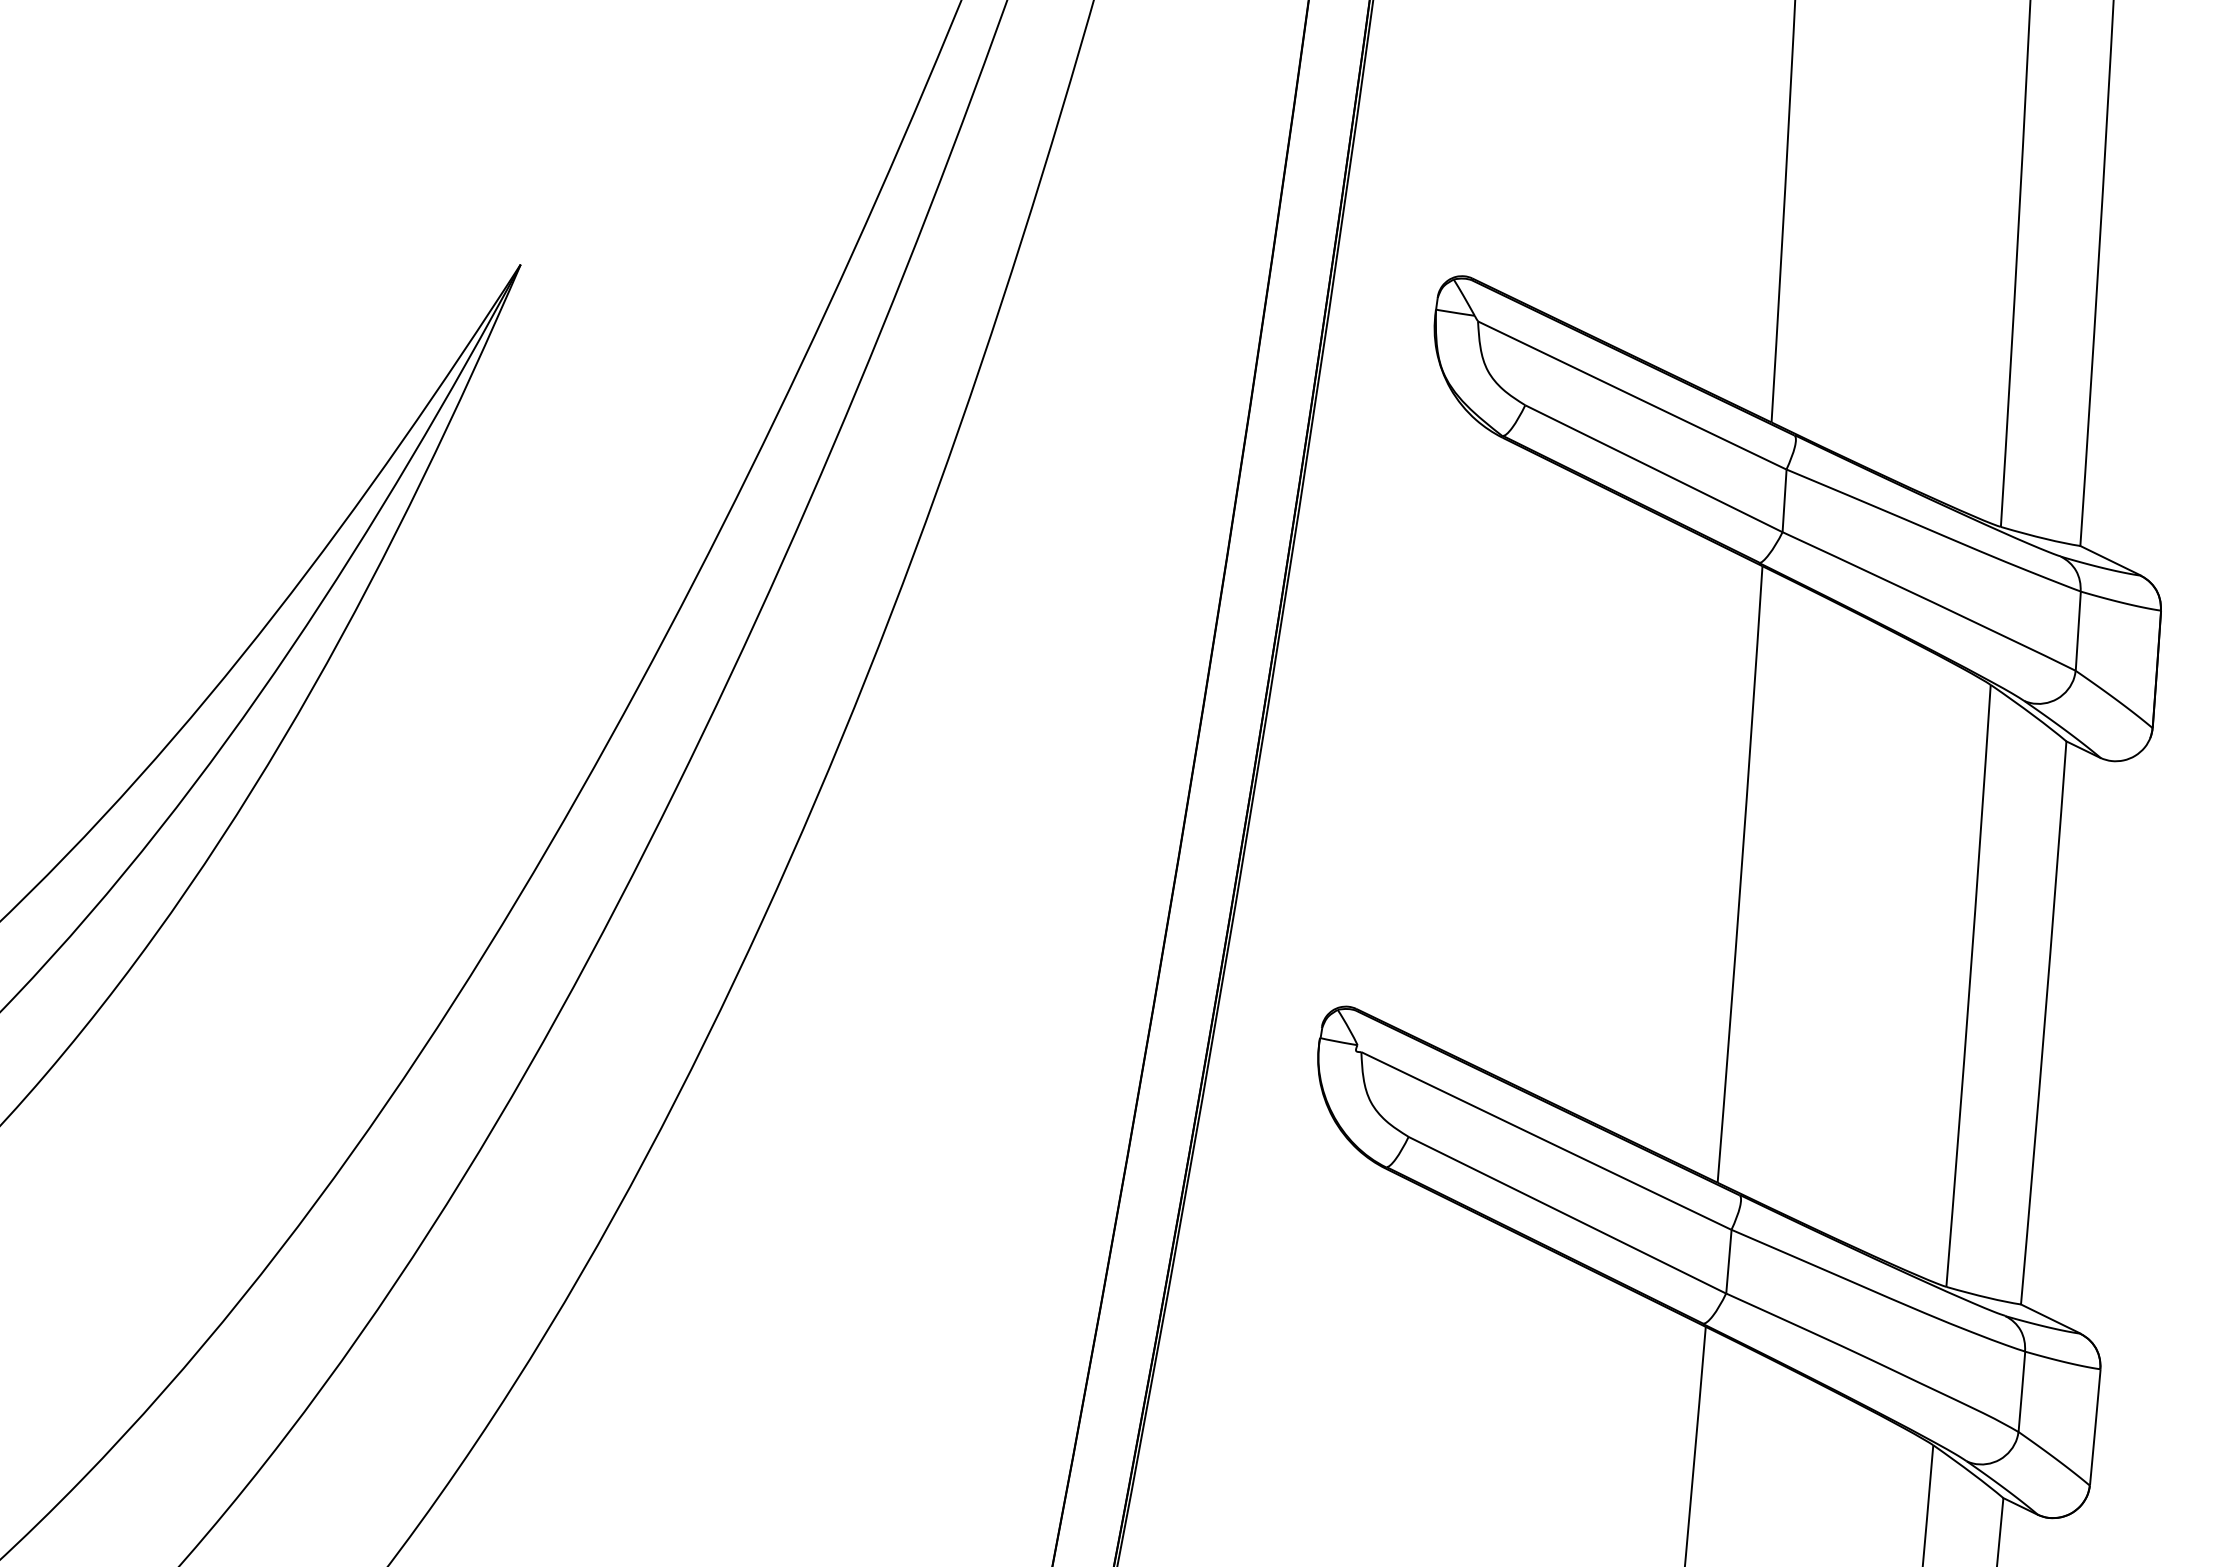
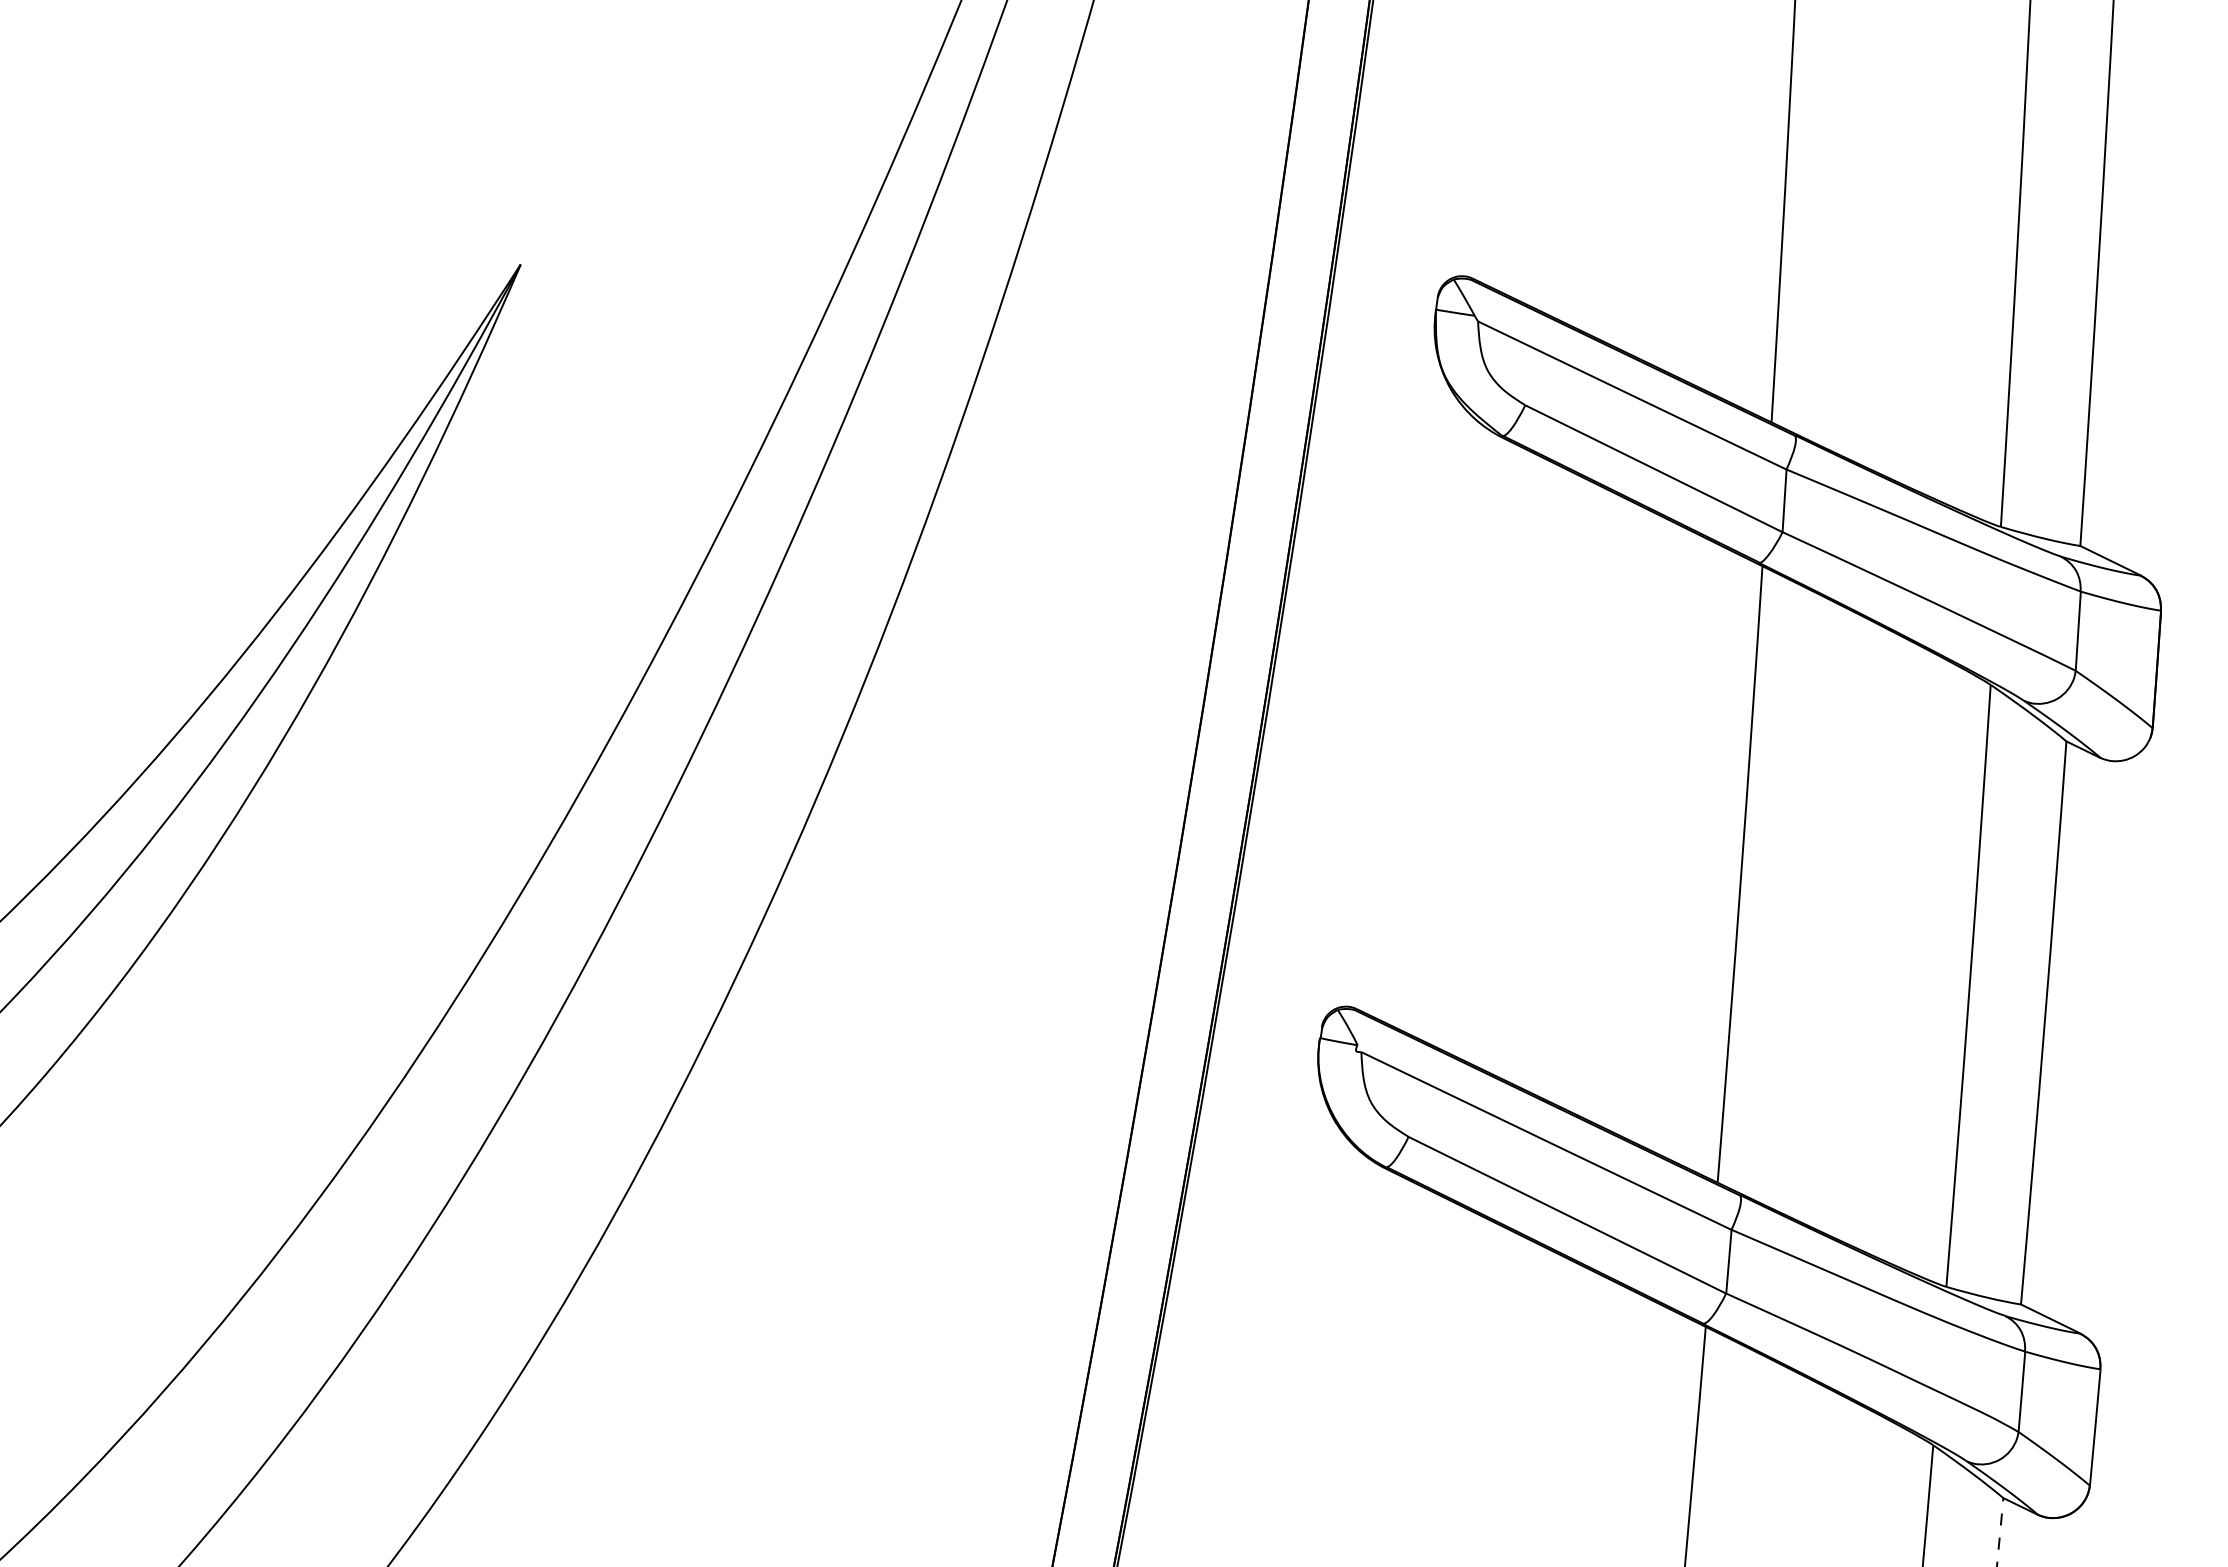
arc at (2000, 1531): solid -> dashed
